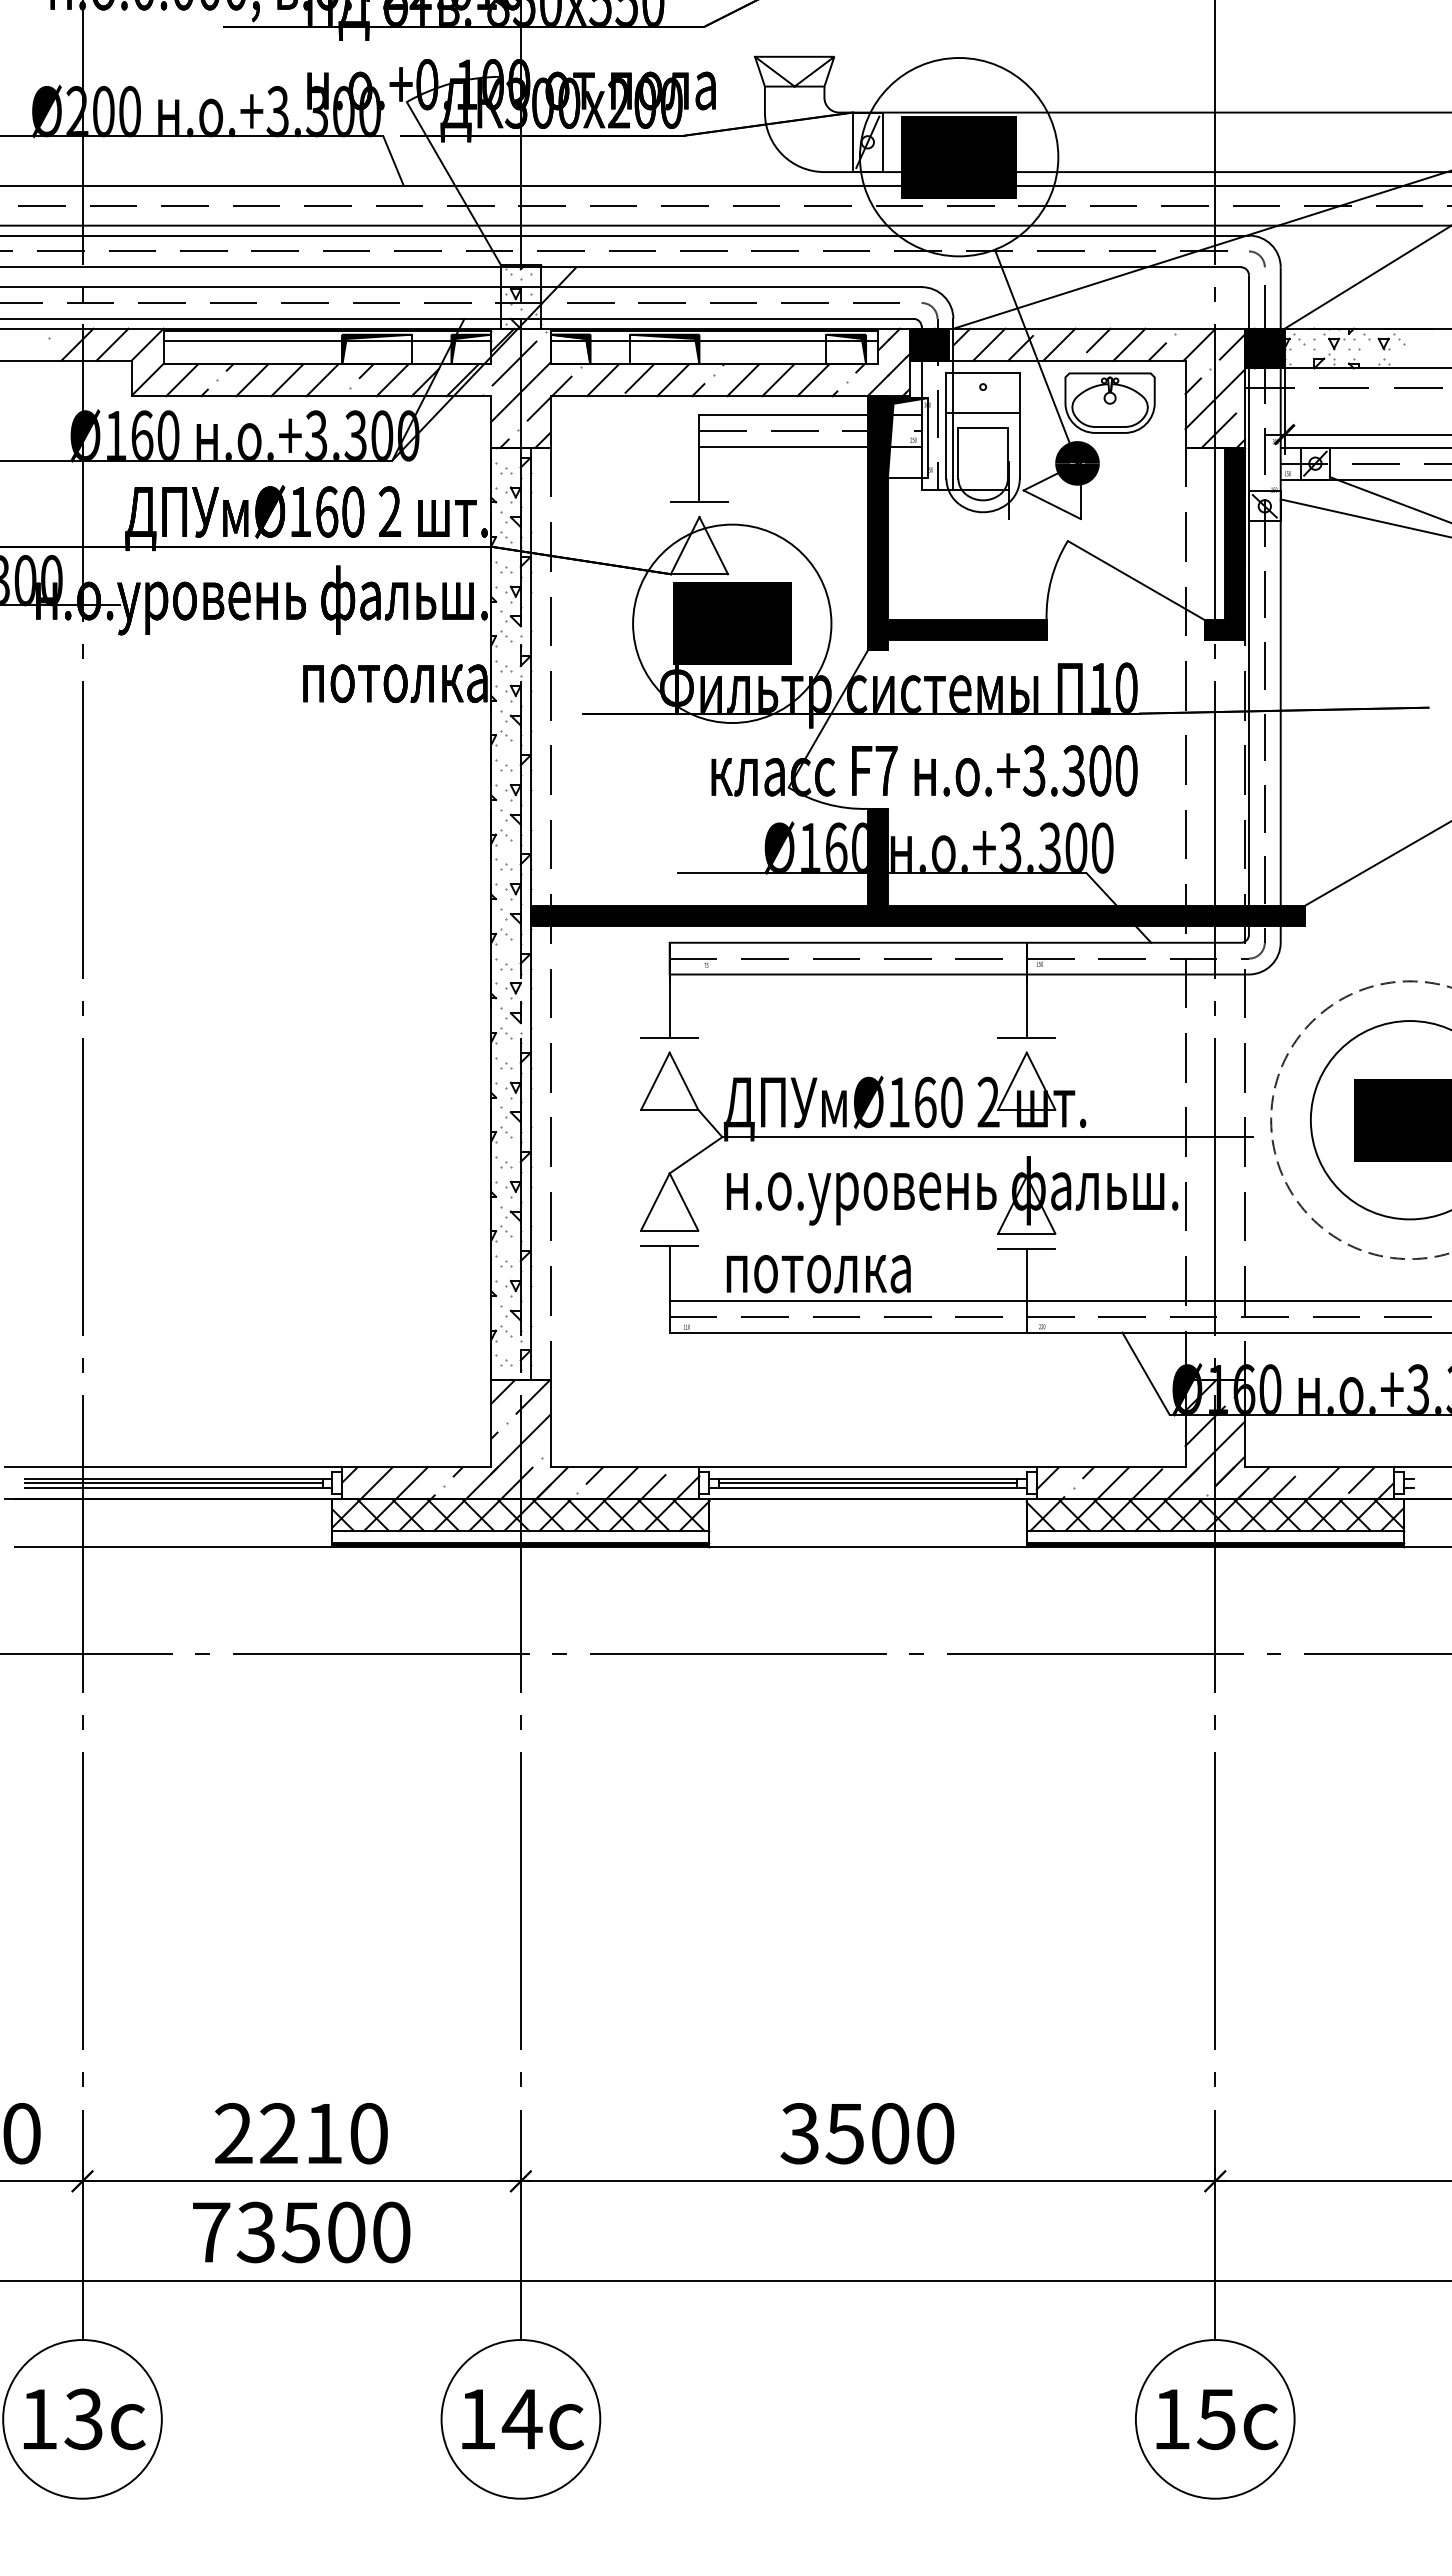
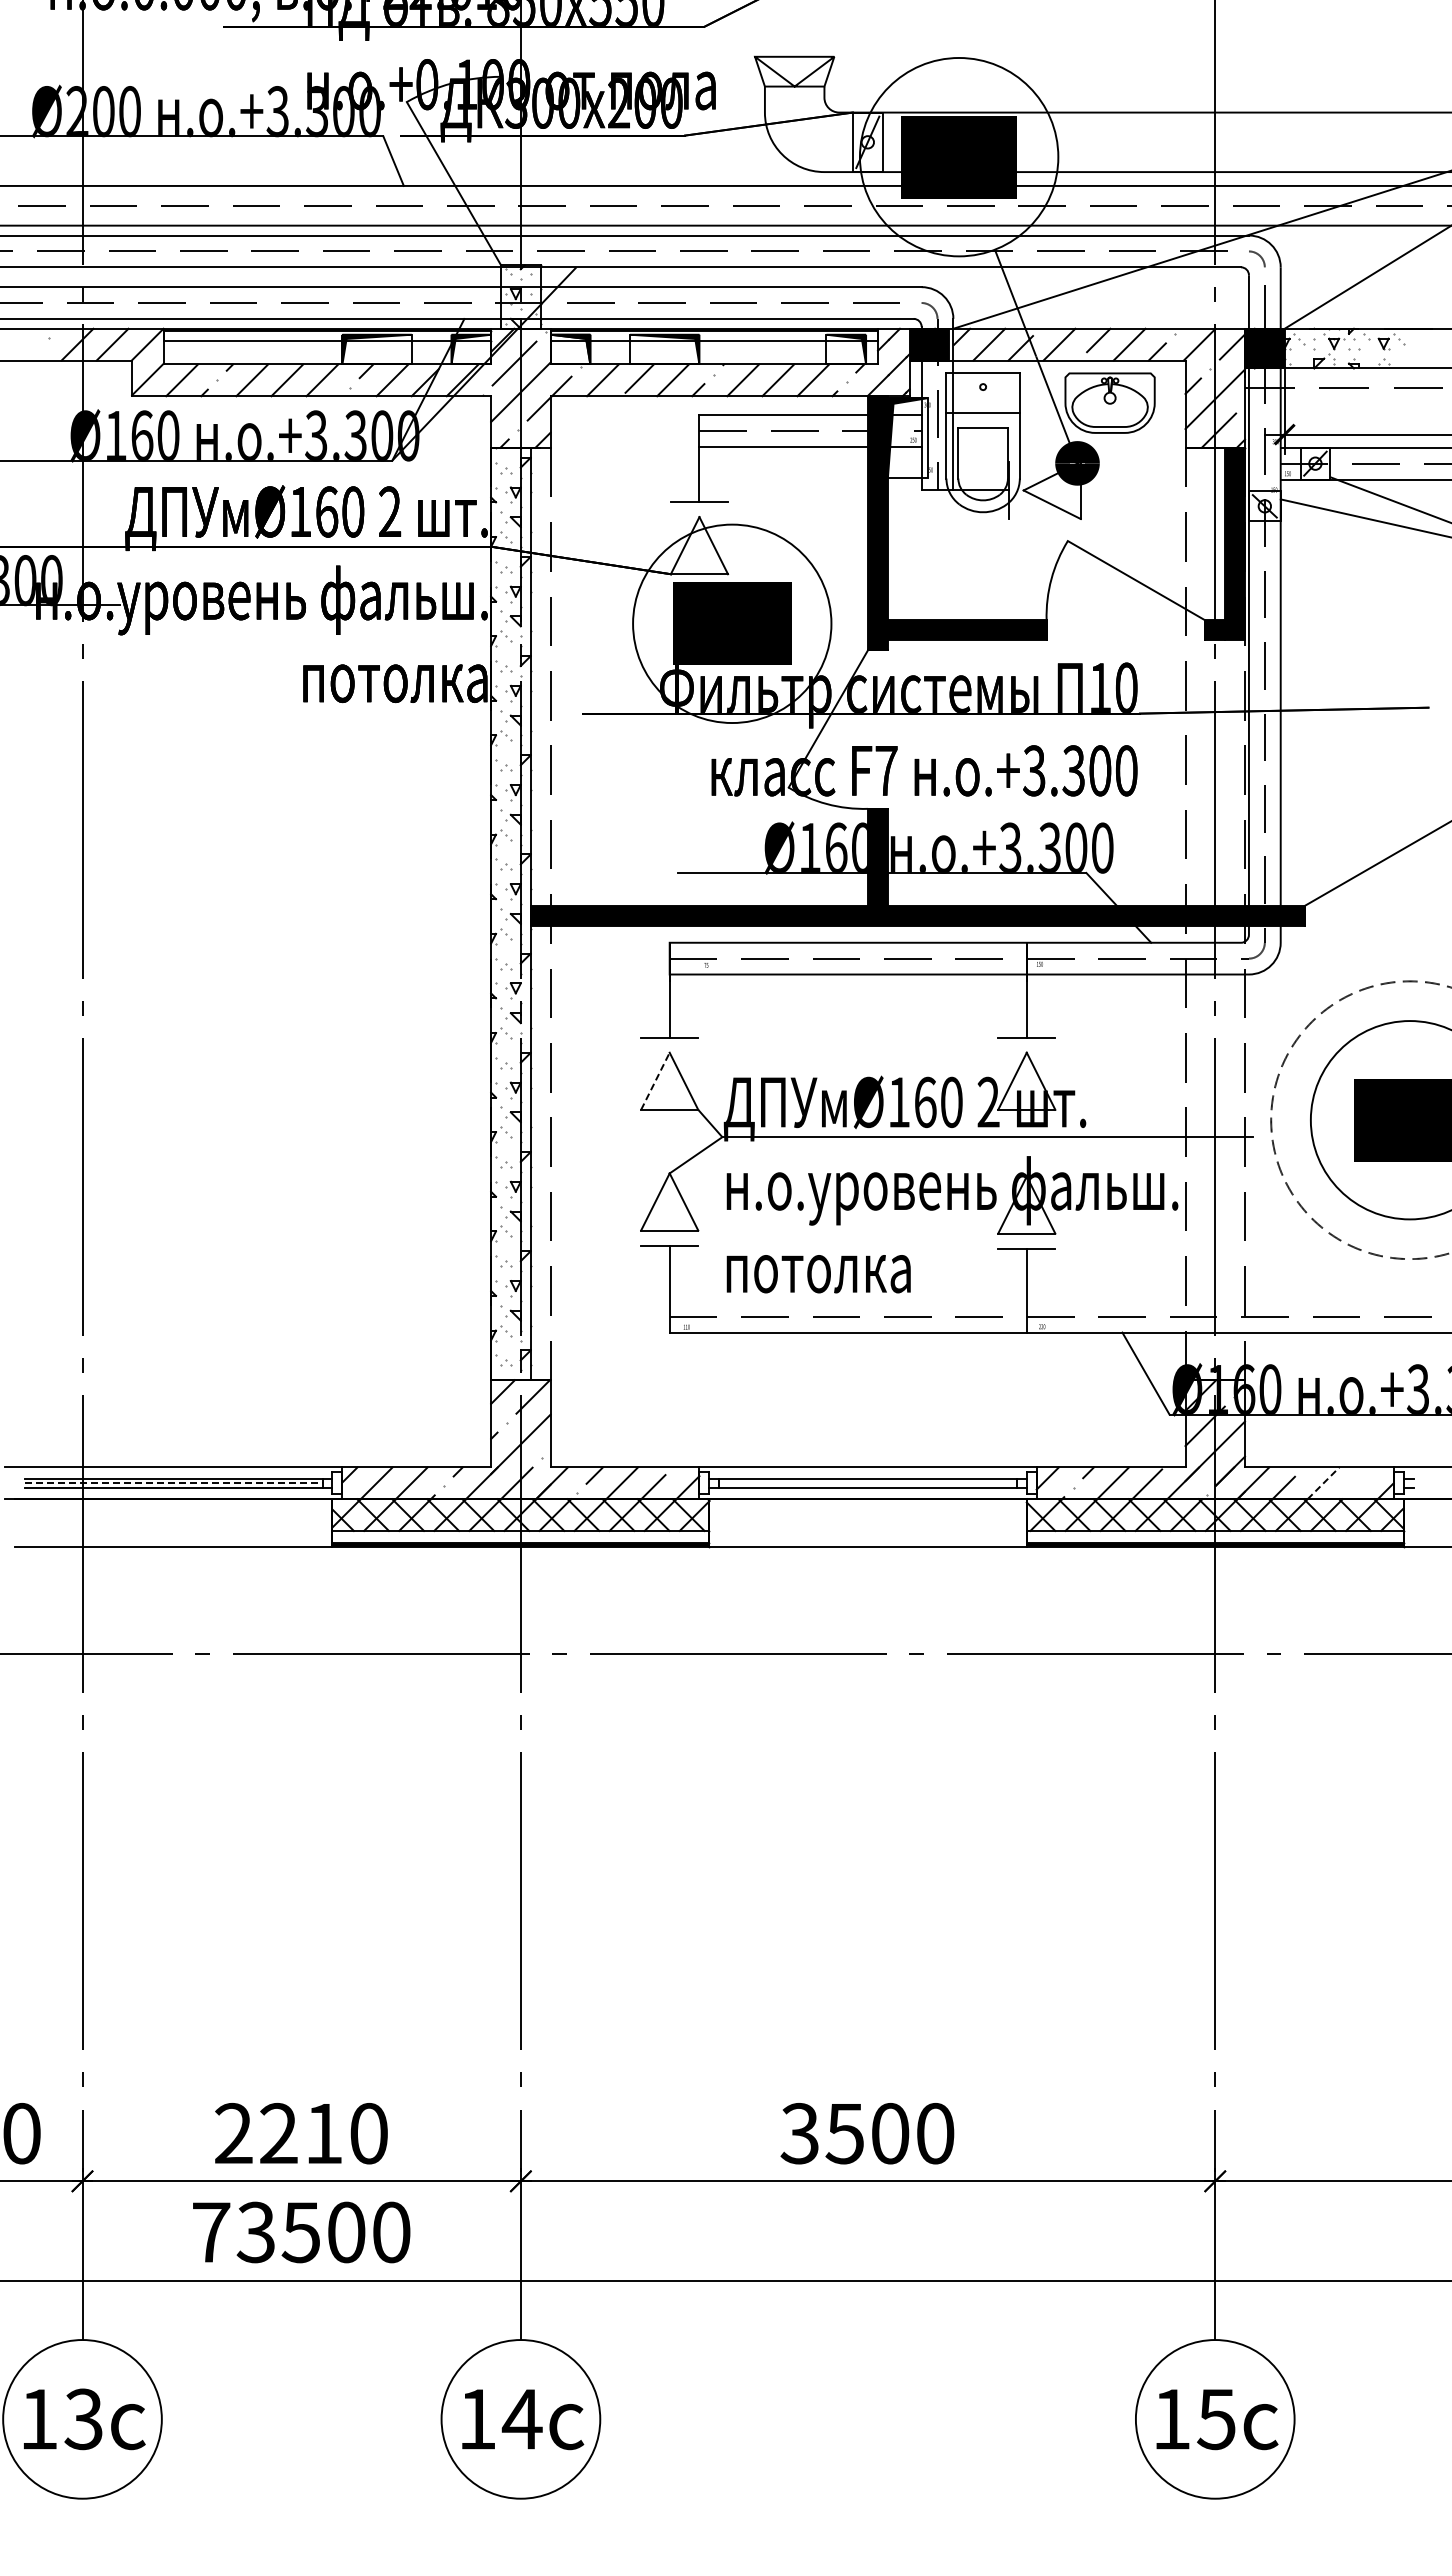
line at (655, 1081): solid -> dashed
line at (1058, 1300): present -> none
line at (1361, 1479): present -> none
line at (1323, 1482): solid -> dashed
line at (173, 1483): solid -> dashed
line at (867, 1483): present -> none
